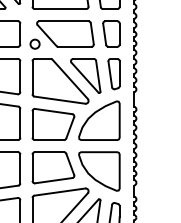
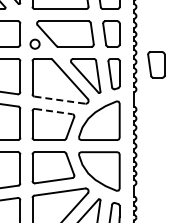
part at (156, 64): none -> present
line at (59, 100): solid -> dashed
line at (53, 111): solid -> dashed
